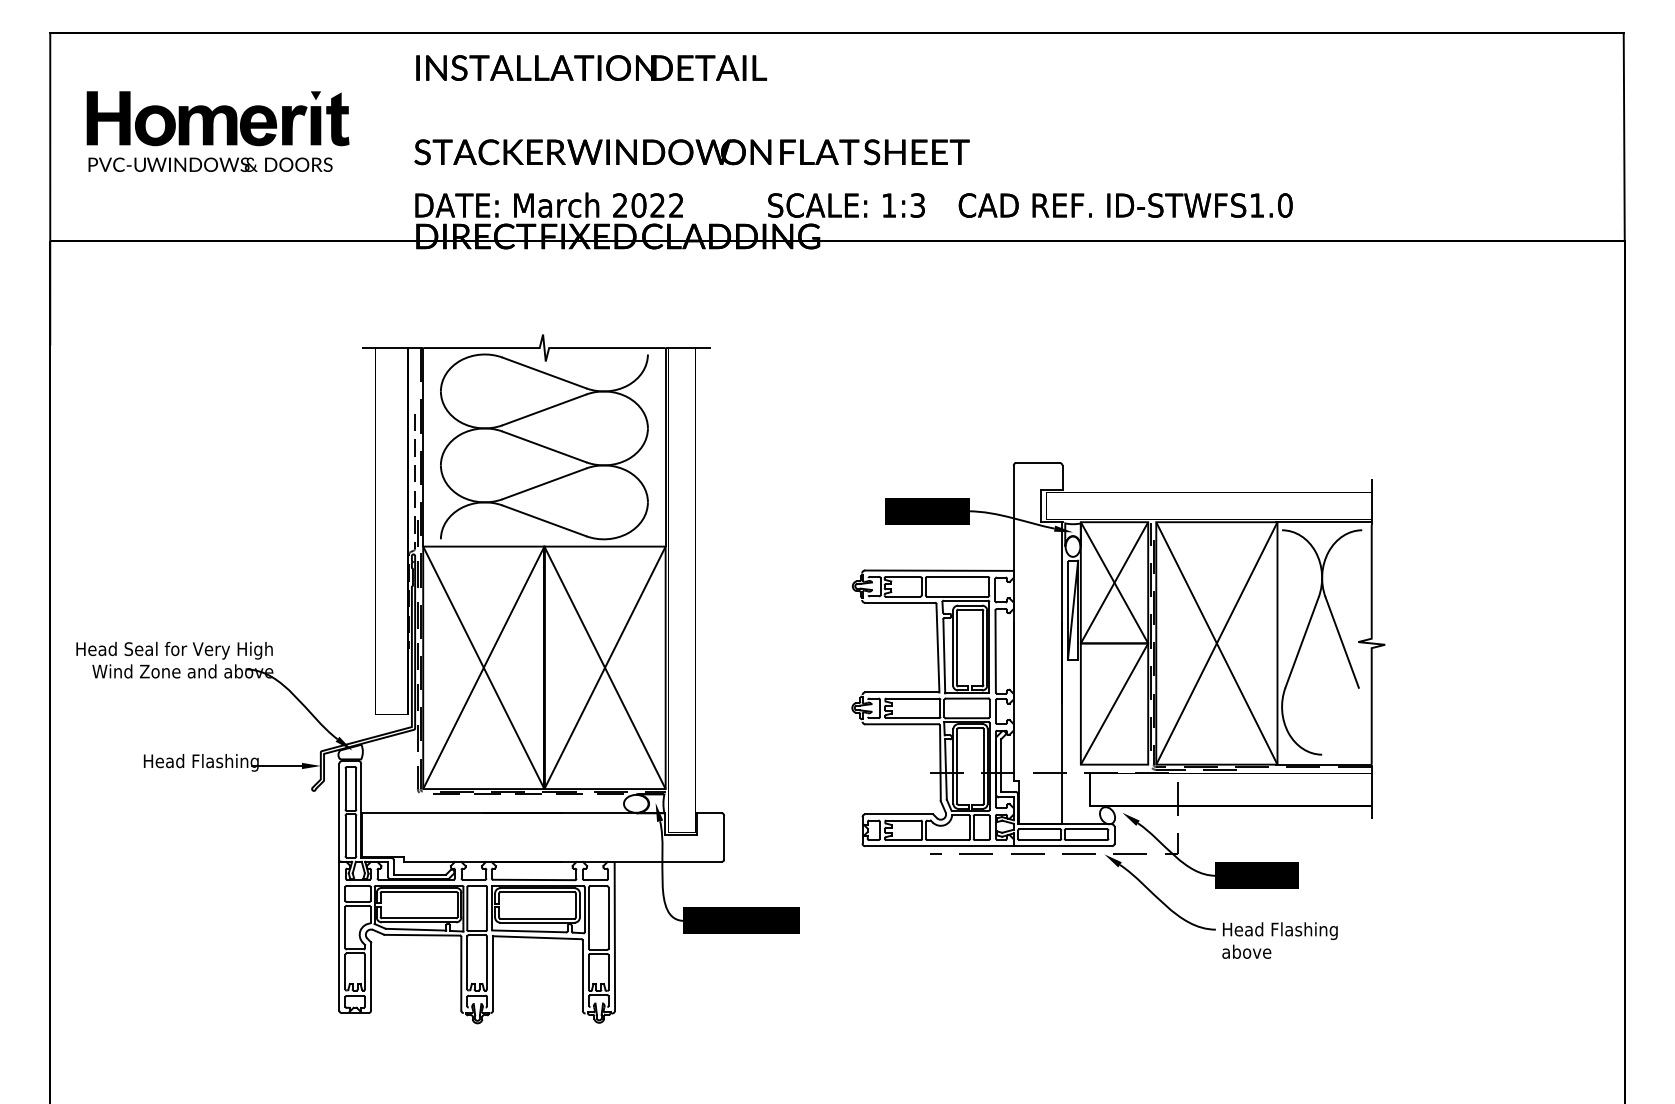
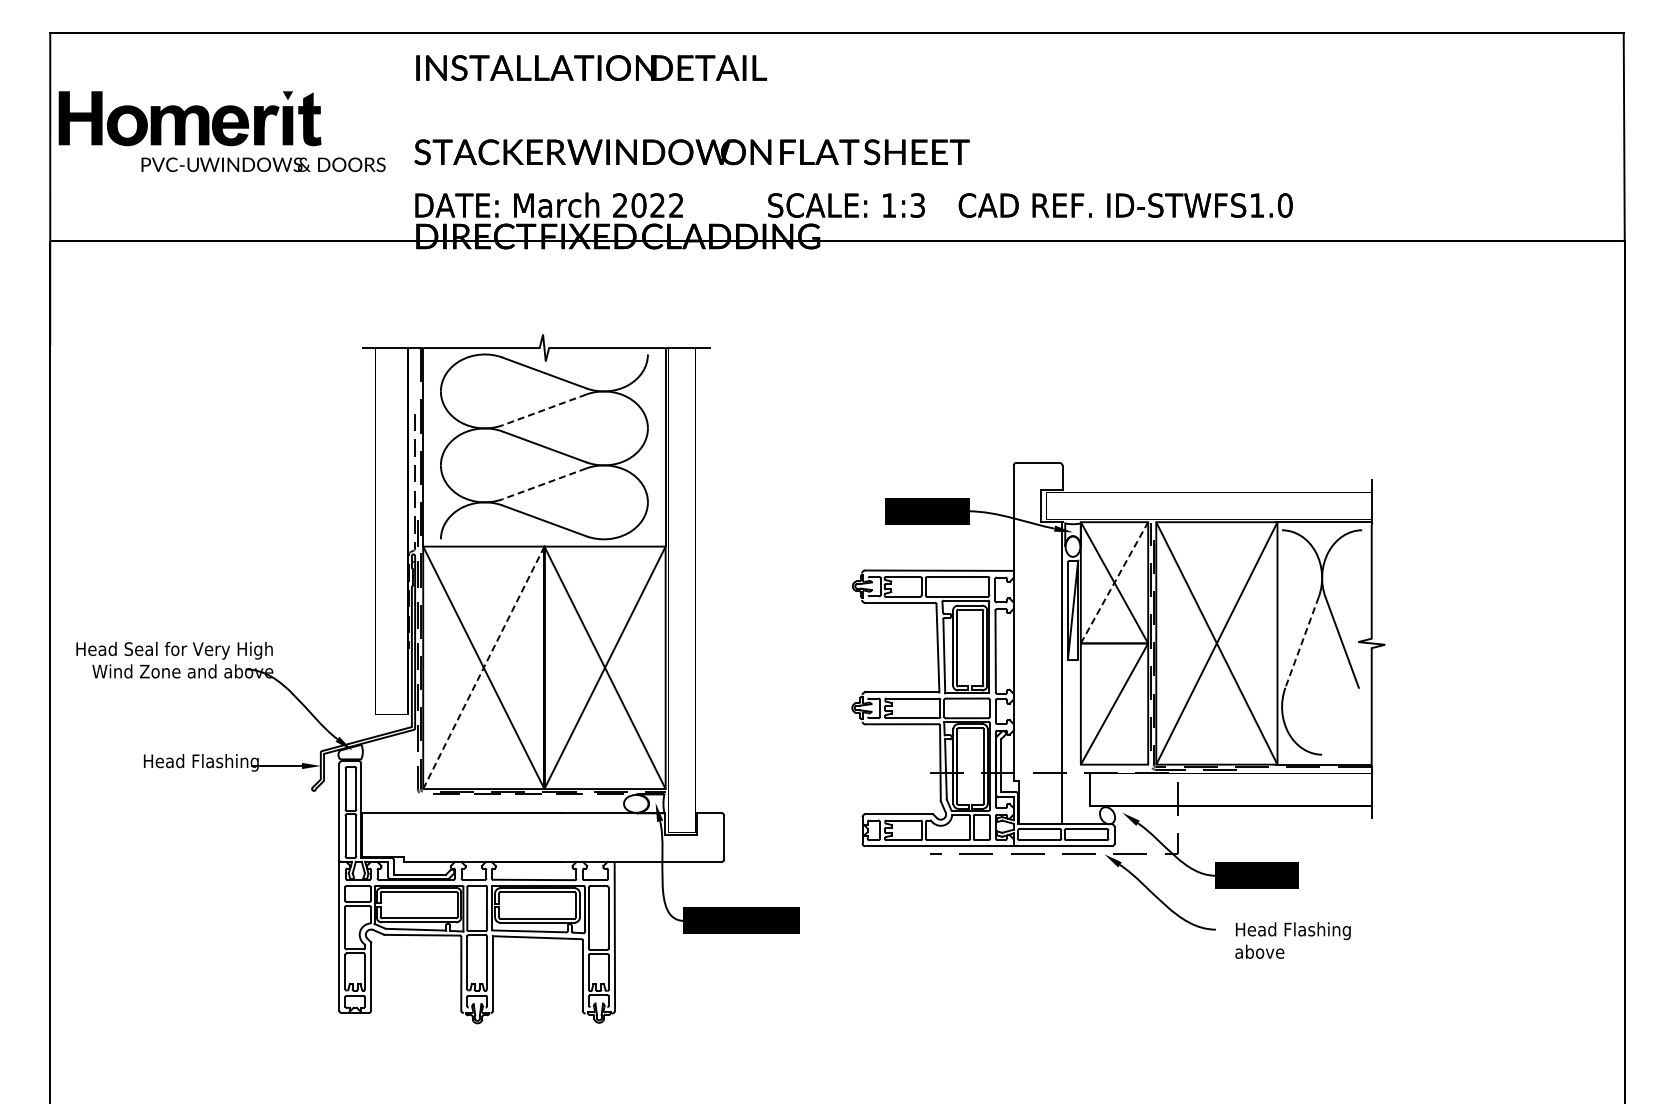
part at (217, 118) position: (217, 118) -> (189, 118)
text at (210, 164) position: (210, 164) -> (263, 164)
line at (544, 409): solid -> dashed
line at (544, 483): solid -> dashed
line at (1114, 582): solid -> dashed
line at (1301, 642): solid -> dashed
line at (483, 667): solid -> dashed
text at (1279, 940) position: (1279, 940) -> (1292, 940)
